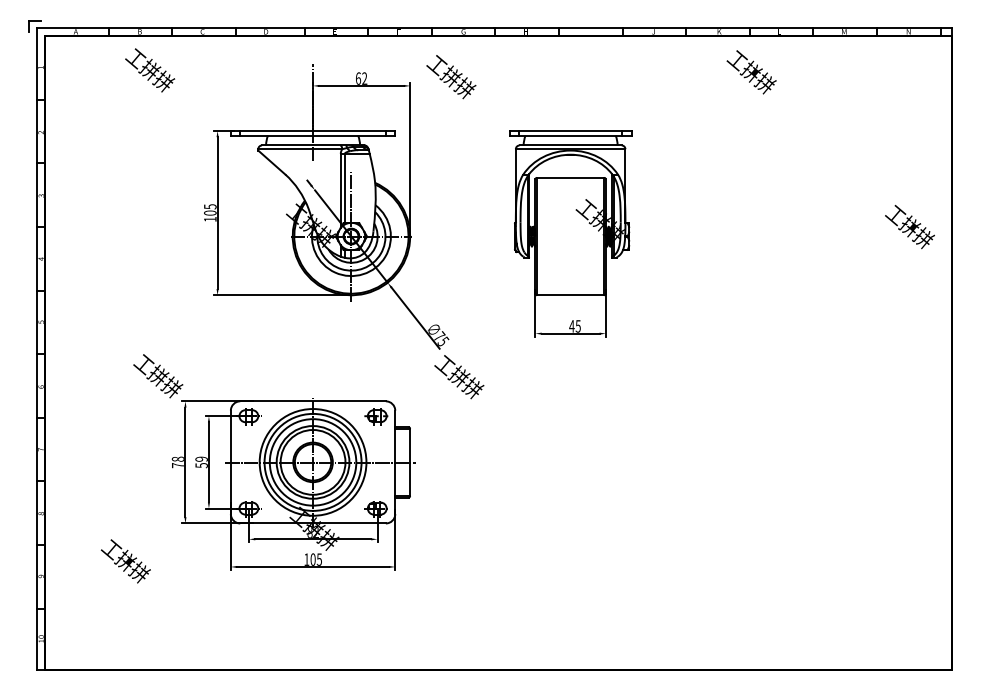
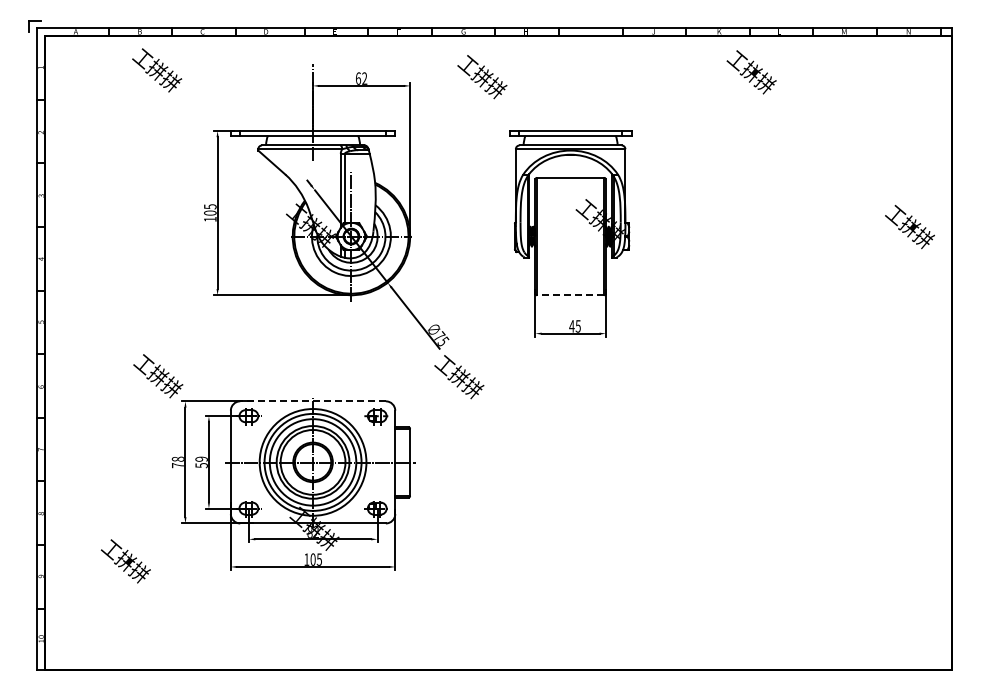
text at (150, 70) position: (150, 70) -> (157, 70)
text at (451, 77) position: (451, 77) -> (482, 77)
line at (570, 295): solid -> dashed
line at (313, 401): solid -> dashed
